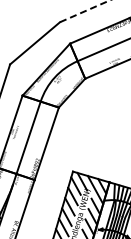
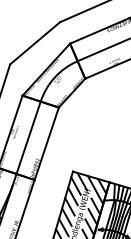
line at (85, 11): dashed -> solid
